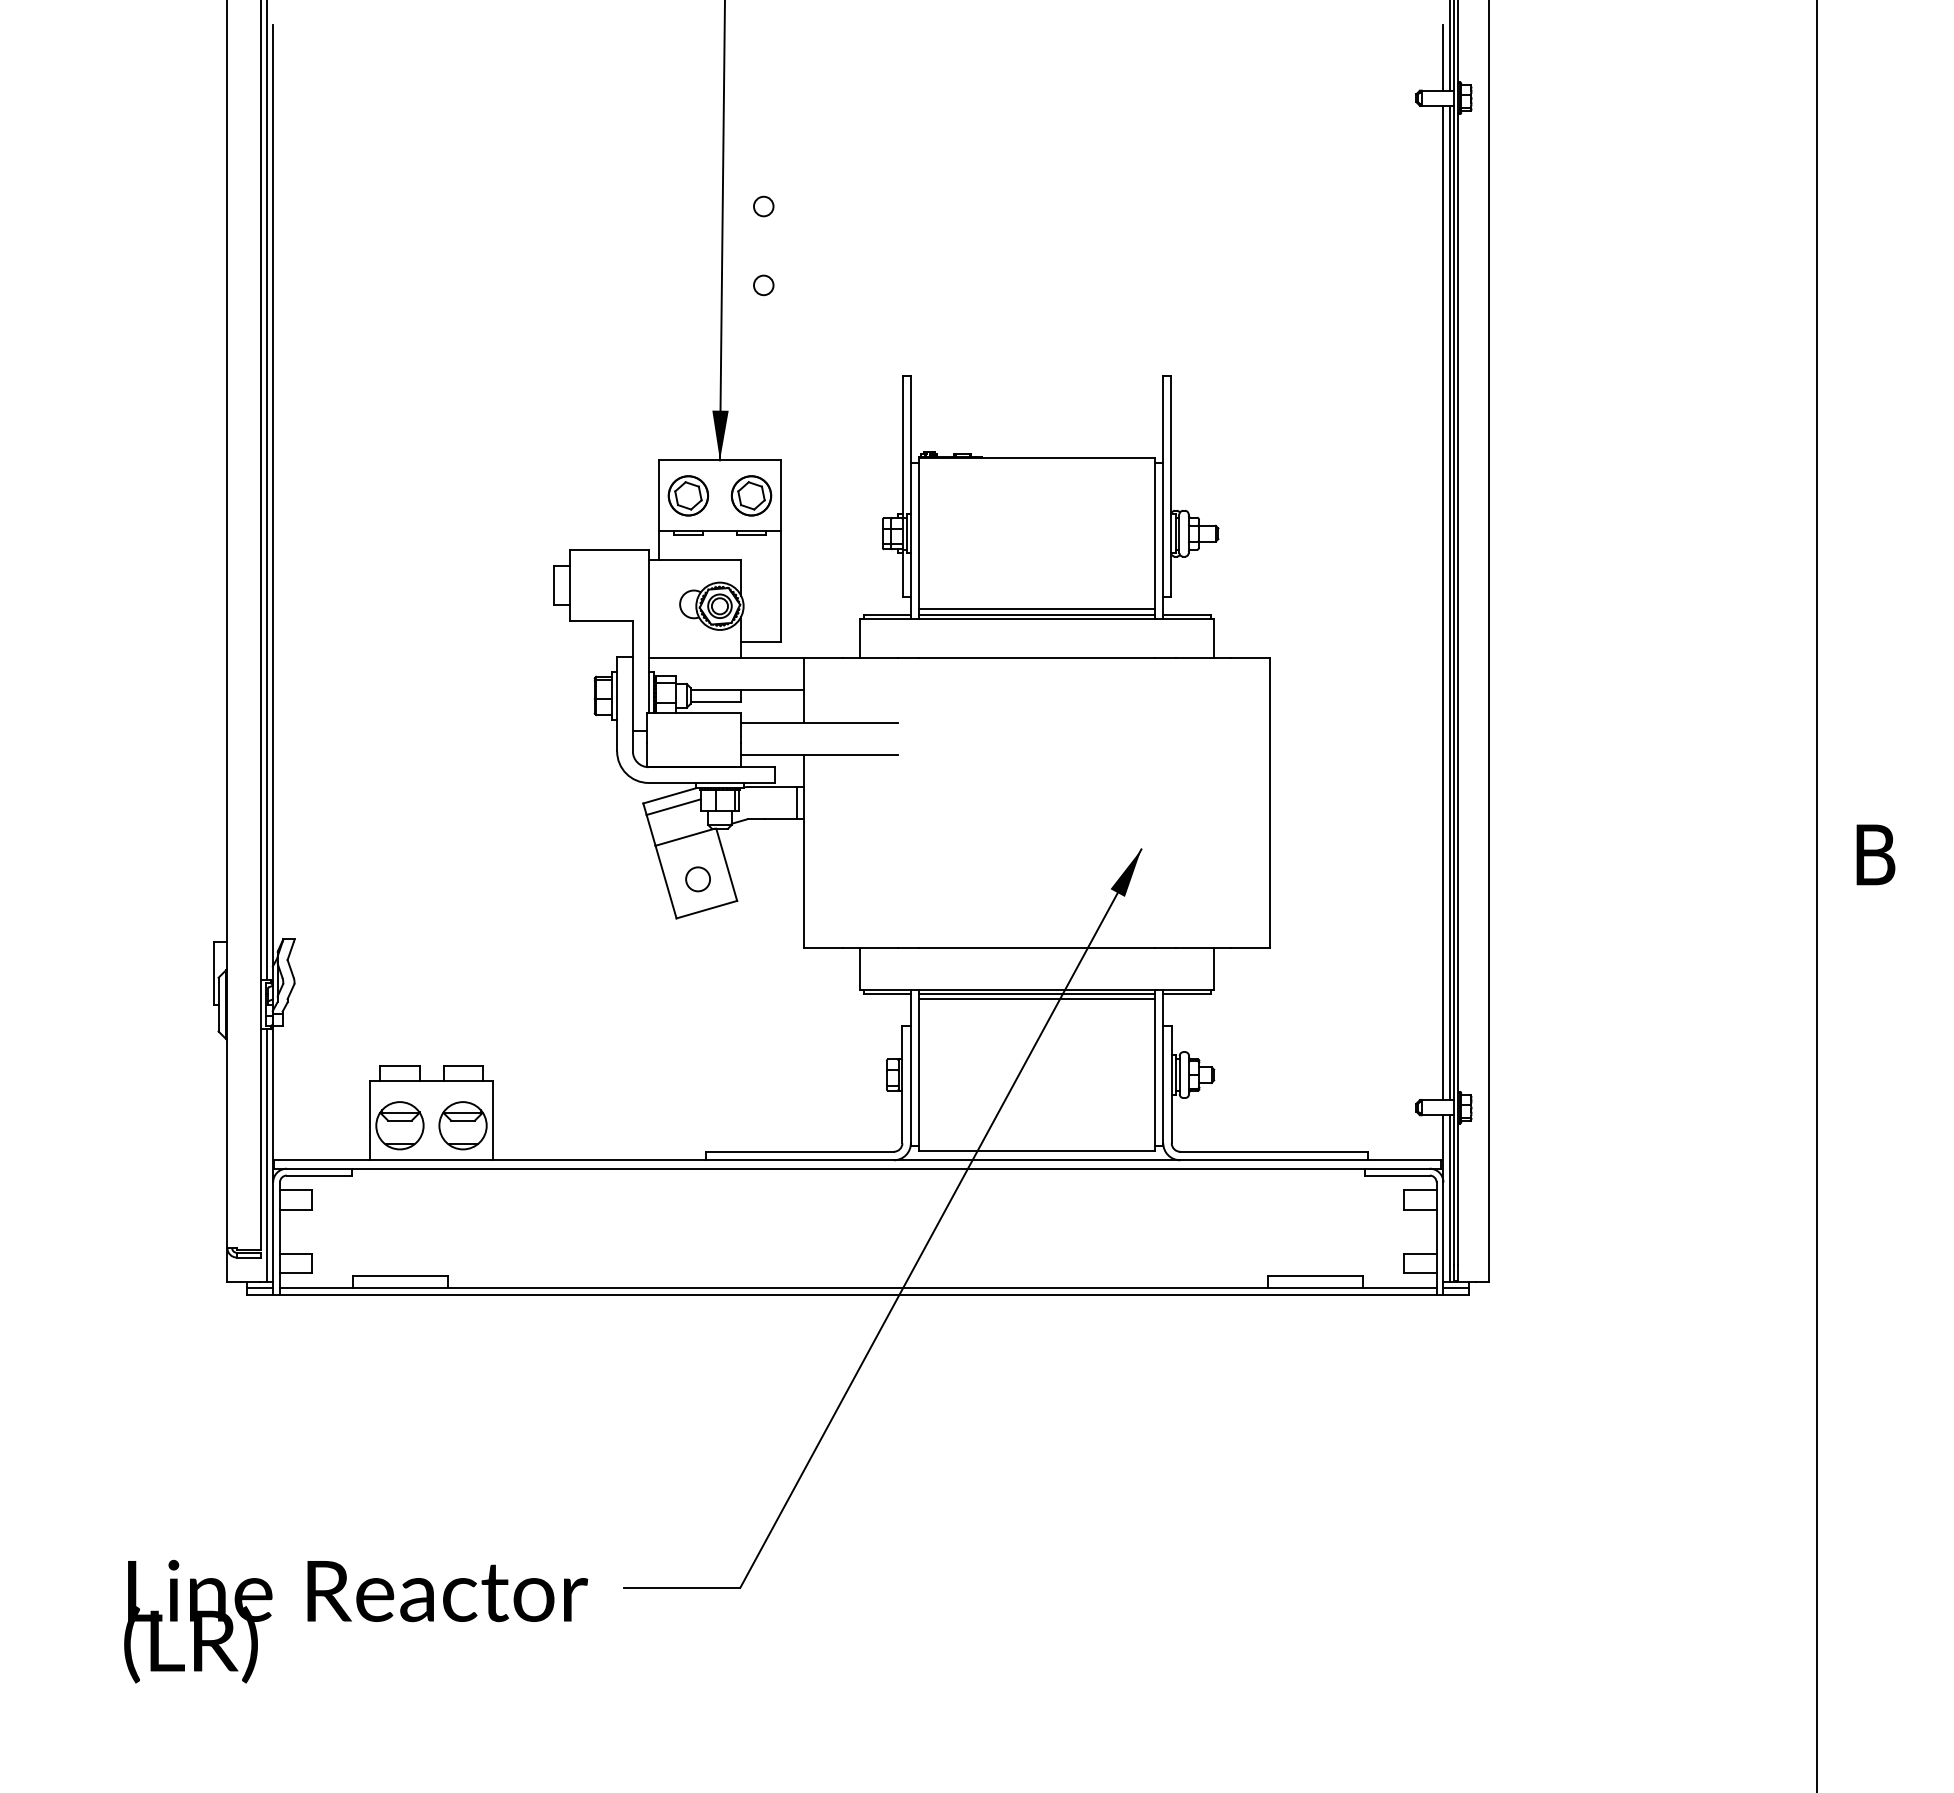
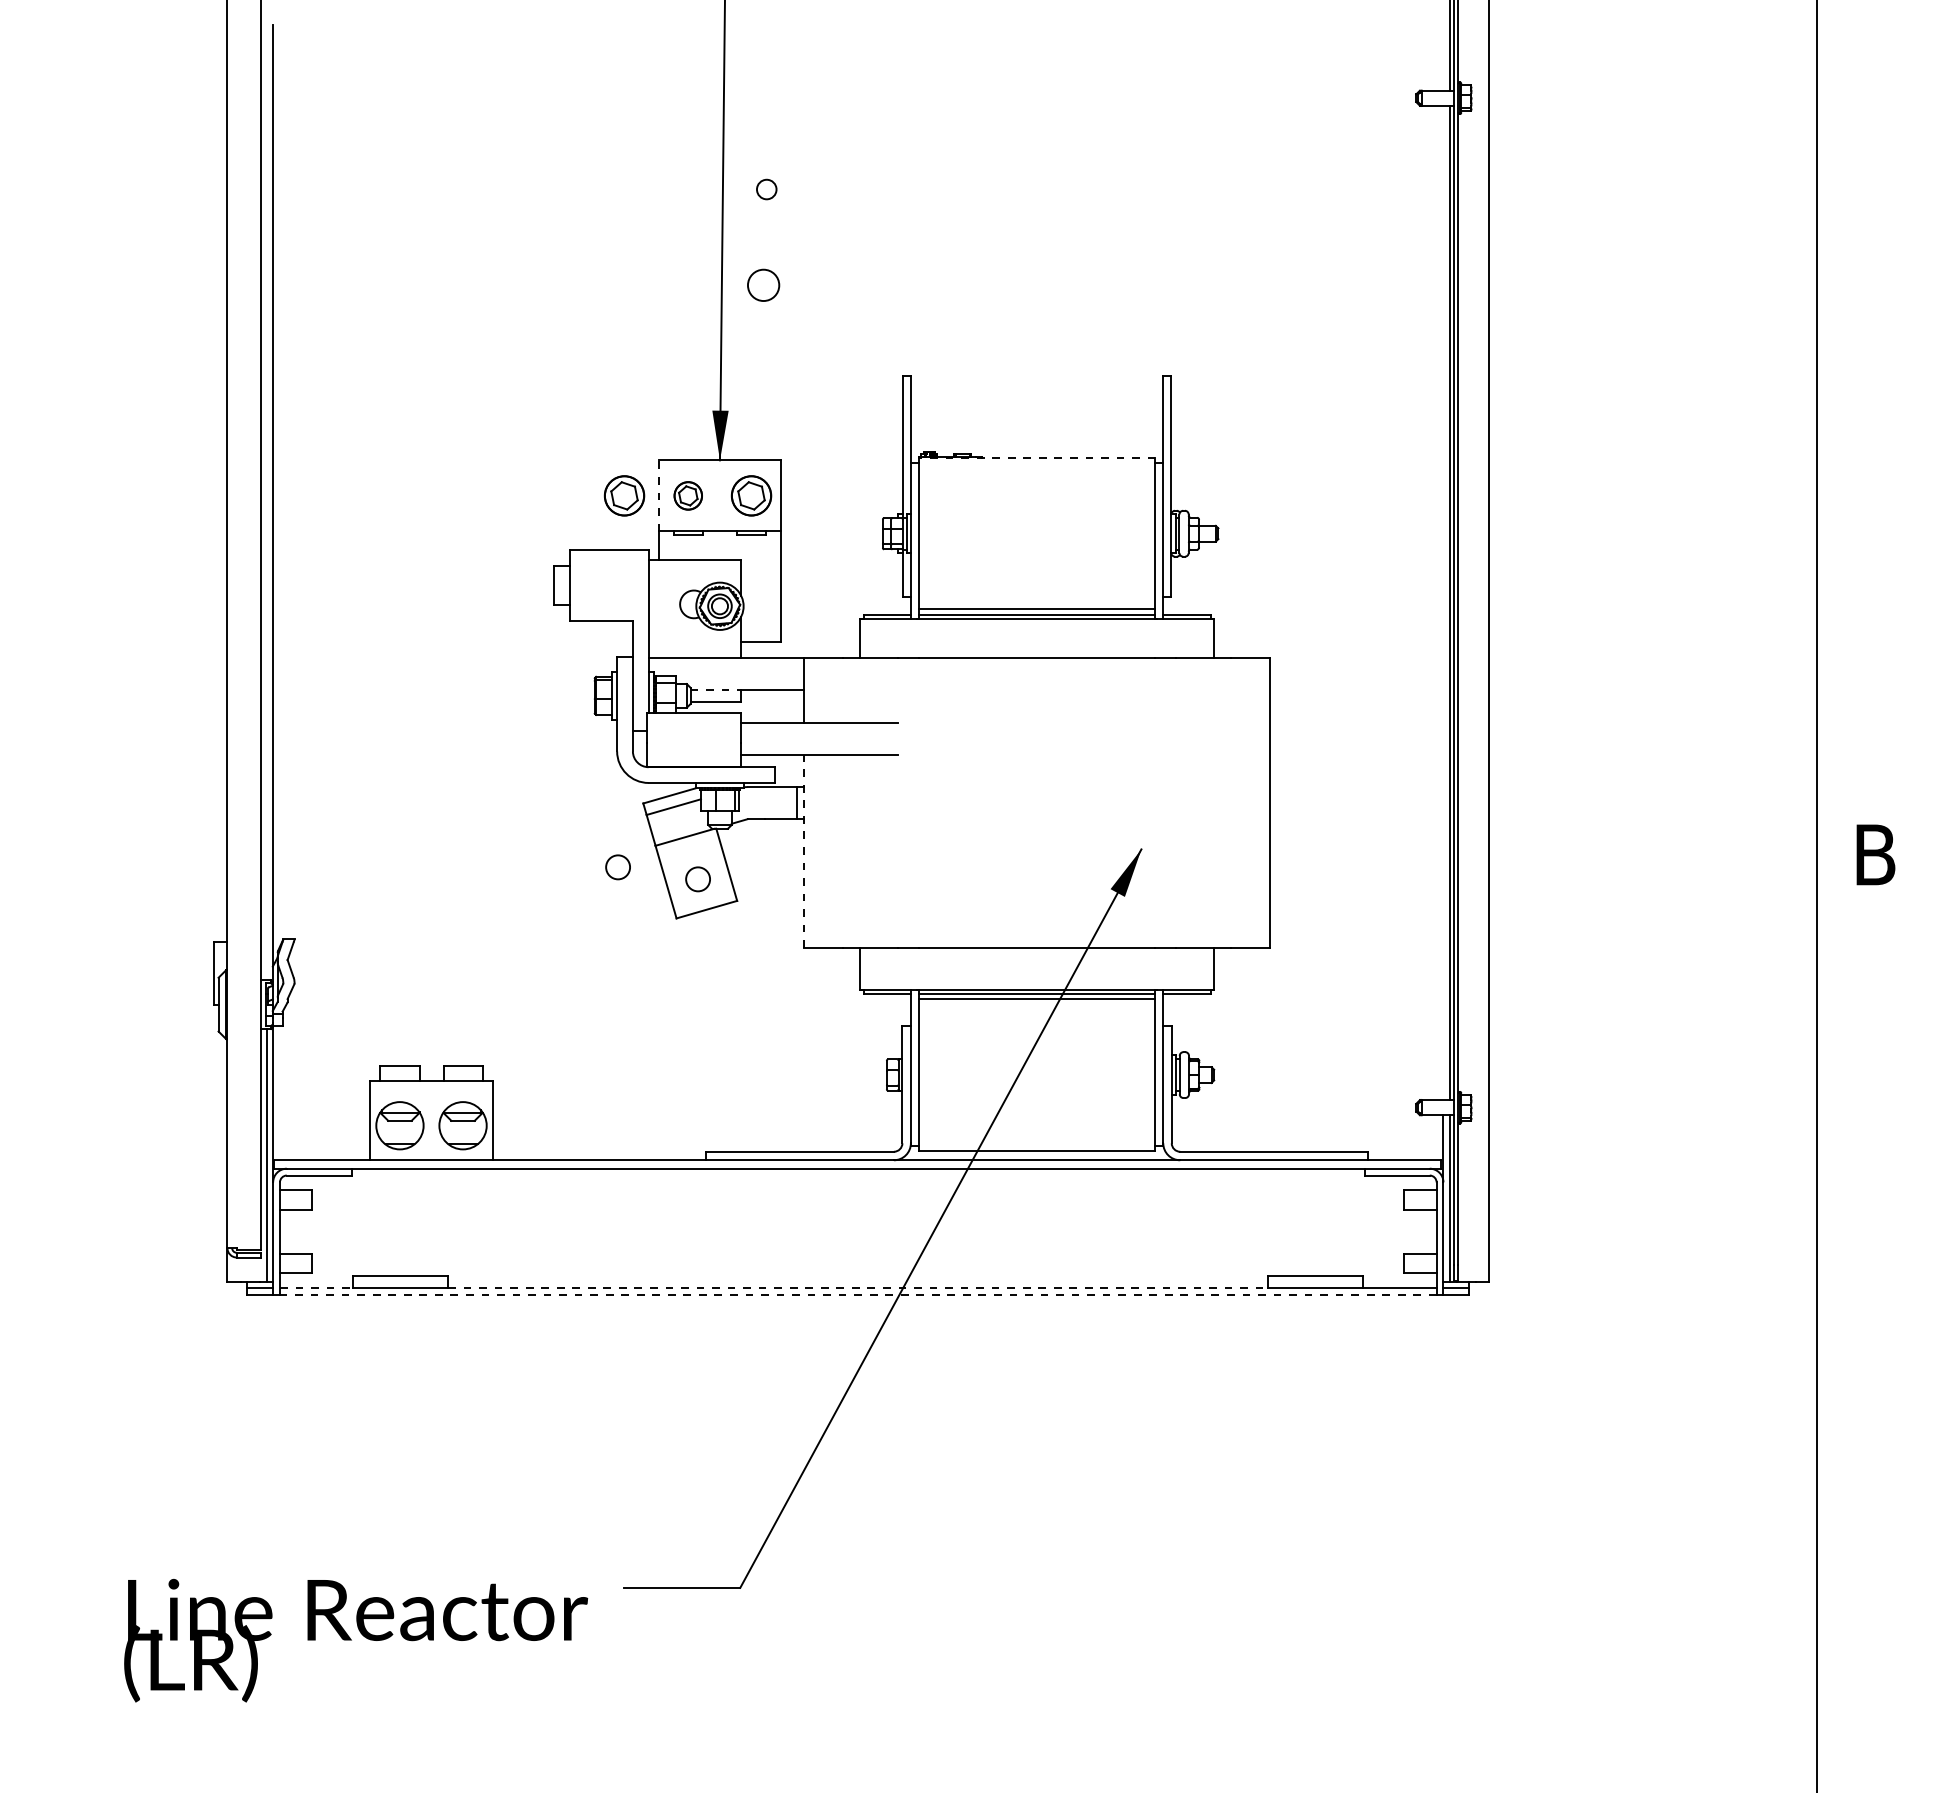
line at (1443, 57): present -> none
circle at (763, 206) position: (763, 206) -> (766, 189)
circle at (763, 285) size: 22x23 px -> 34x34 px
line at (1036, 458): solid -> dashed
line at (266, 491): present -> none
part at (624, 495): none -> present
line at (658, 495): solid -> dashed
part at (687, 495) size: 42x42 px -> 30x30 px
line at (1443, 602): present -> none
line at (716, 690): solid -> dashed
line at (804, 851): solid -> dashed
circle at (617, 867): none -> present
line at (316, 1288): solid -> dashed
line at (858, 1288): solid -> dashed
line at (857, 1294): solid -> dashed
text at (356, 1621) position: (356, 1621) -> (356, 1640)
